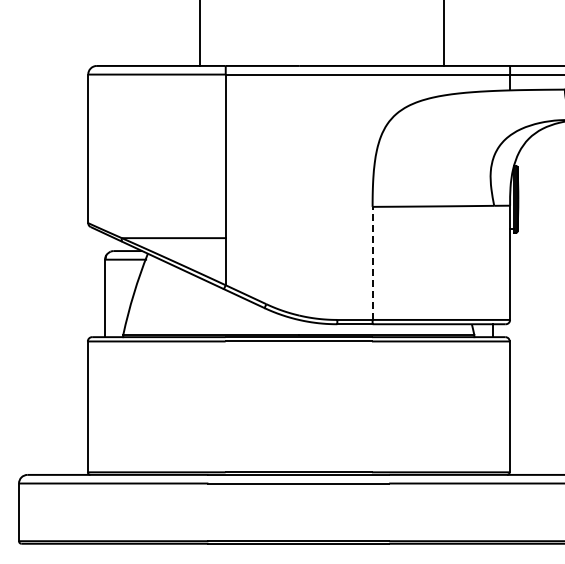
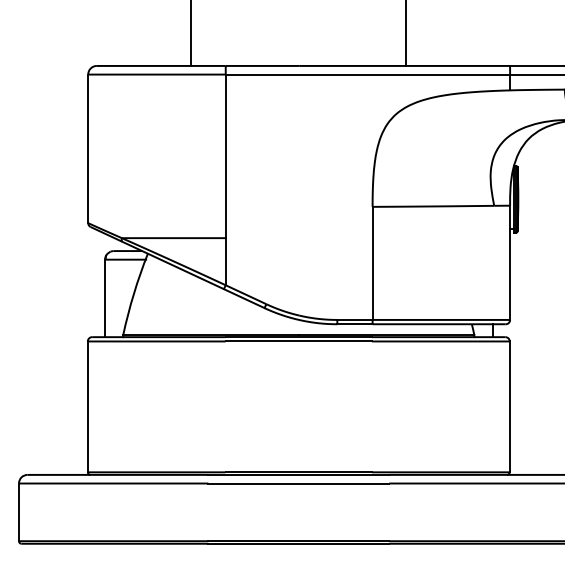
line at (200, 33) position: (200, 33) -> (191, 33)
line at (444, 33) position: (444, 33) -> (406, 33)
line at (372, 263): dashed -> solid
